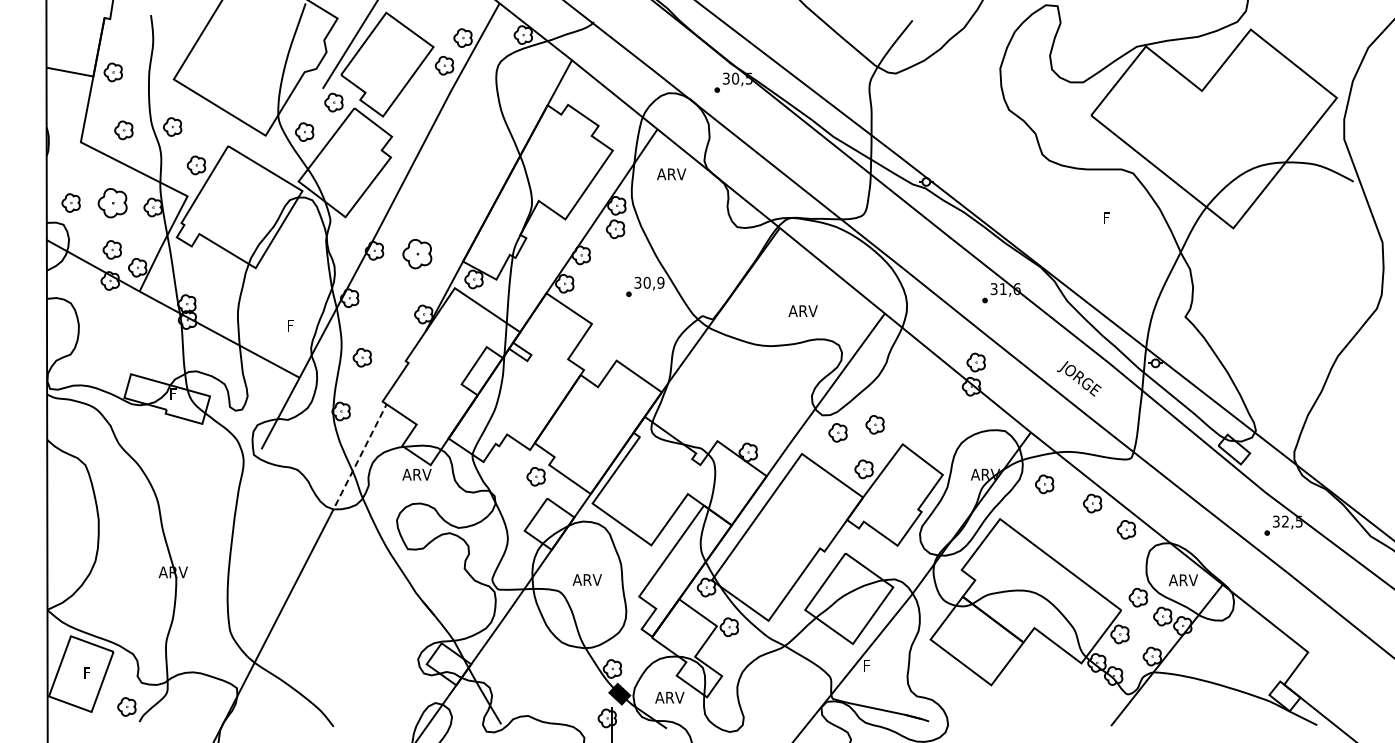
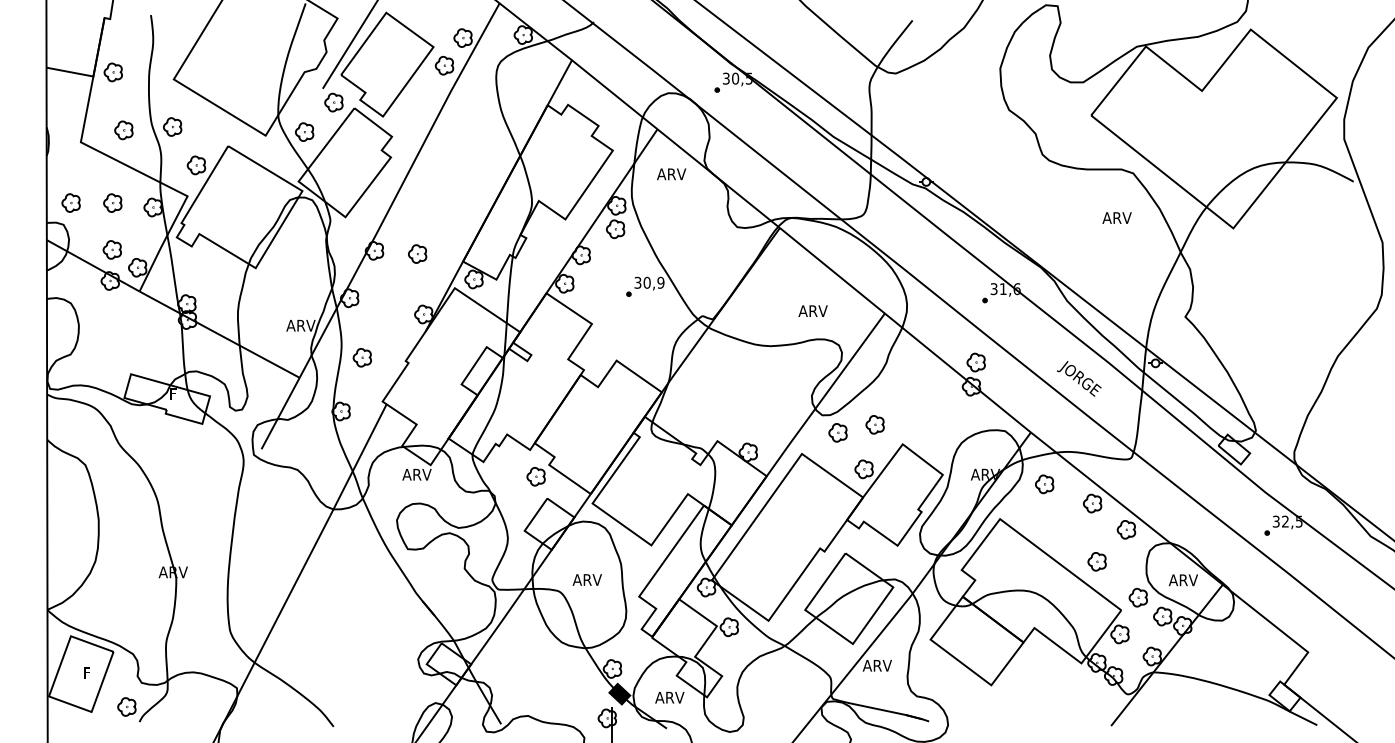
part at (112, 203) size: 31x31 px -> 20x20 px
text at (1116, 217): F -> ARV
part at (417, 254) size: 31x31 px -> 20x20 px
text at (802, 310) position: (802, 310) -> (812, 310)
text at (300, 325): F -> ARV
line at (358, 459): dashed -> solid
part at (1096, 561): none -> present
text at (876, 665): F -> ARV
